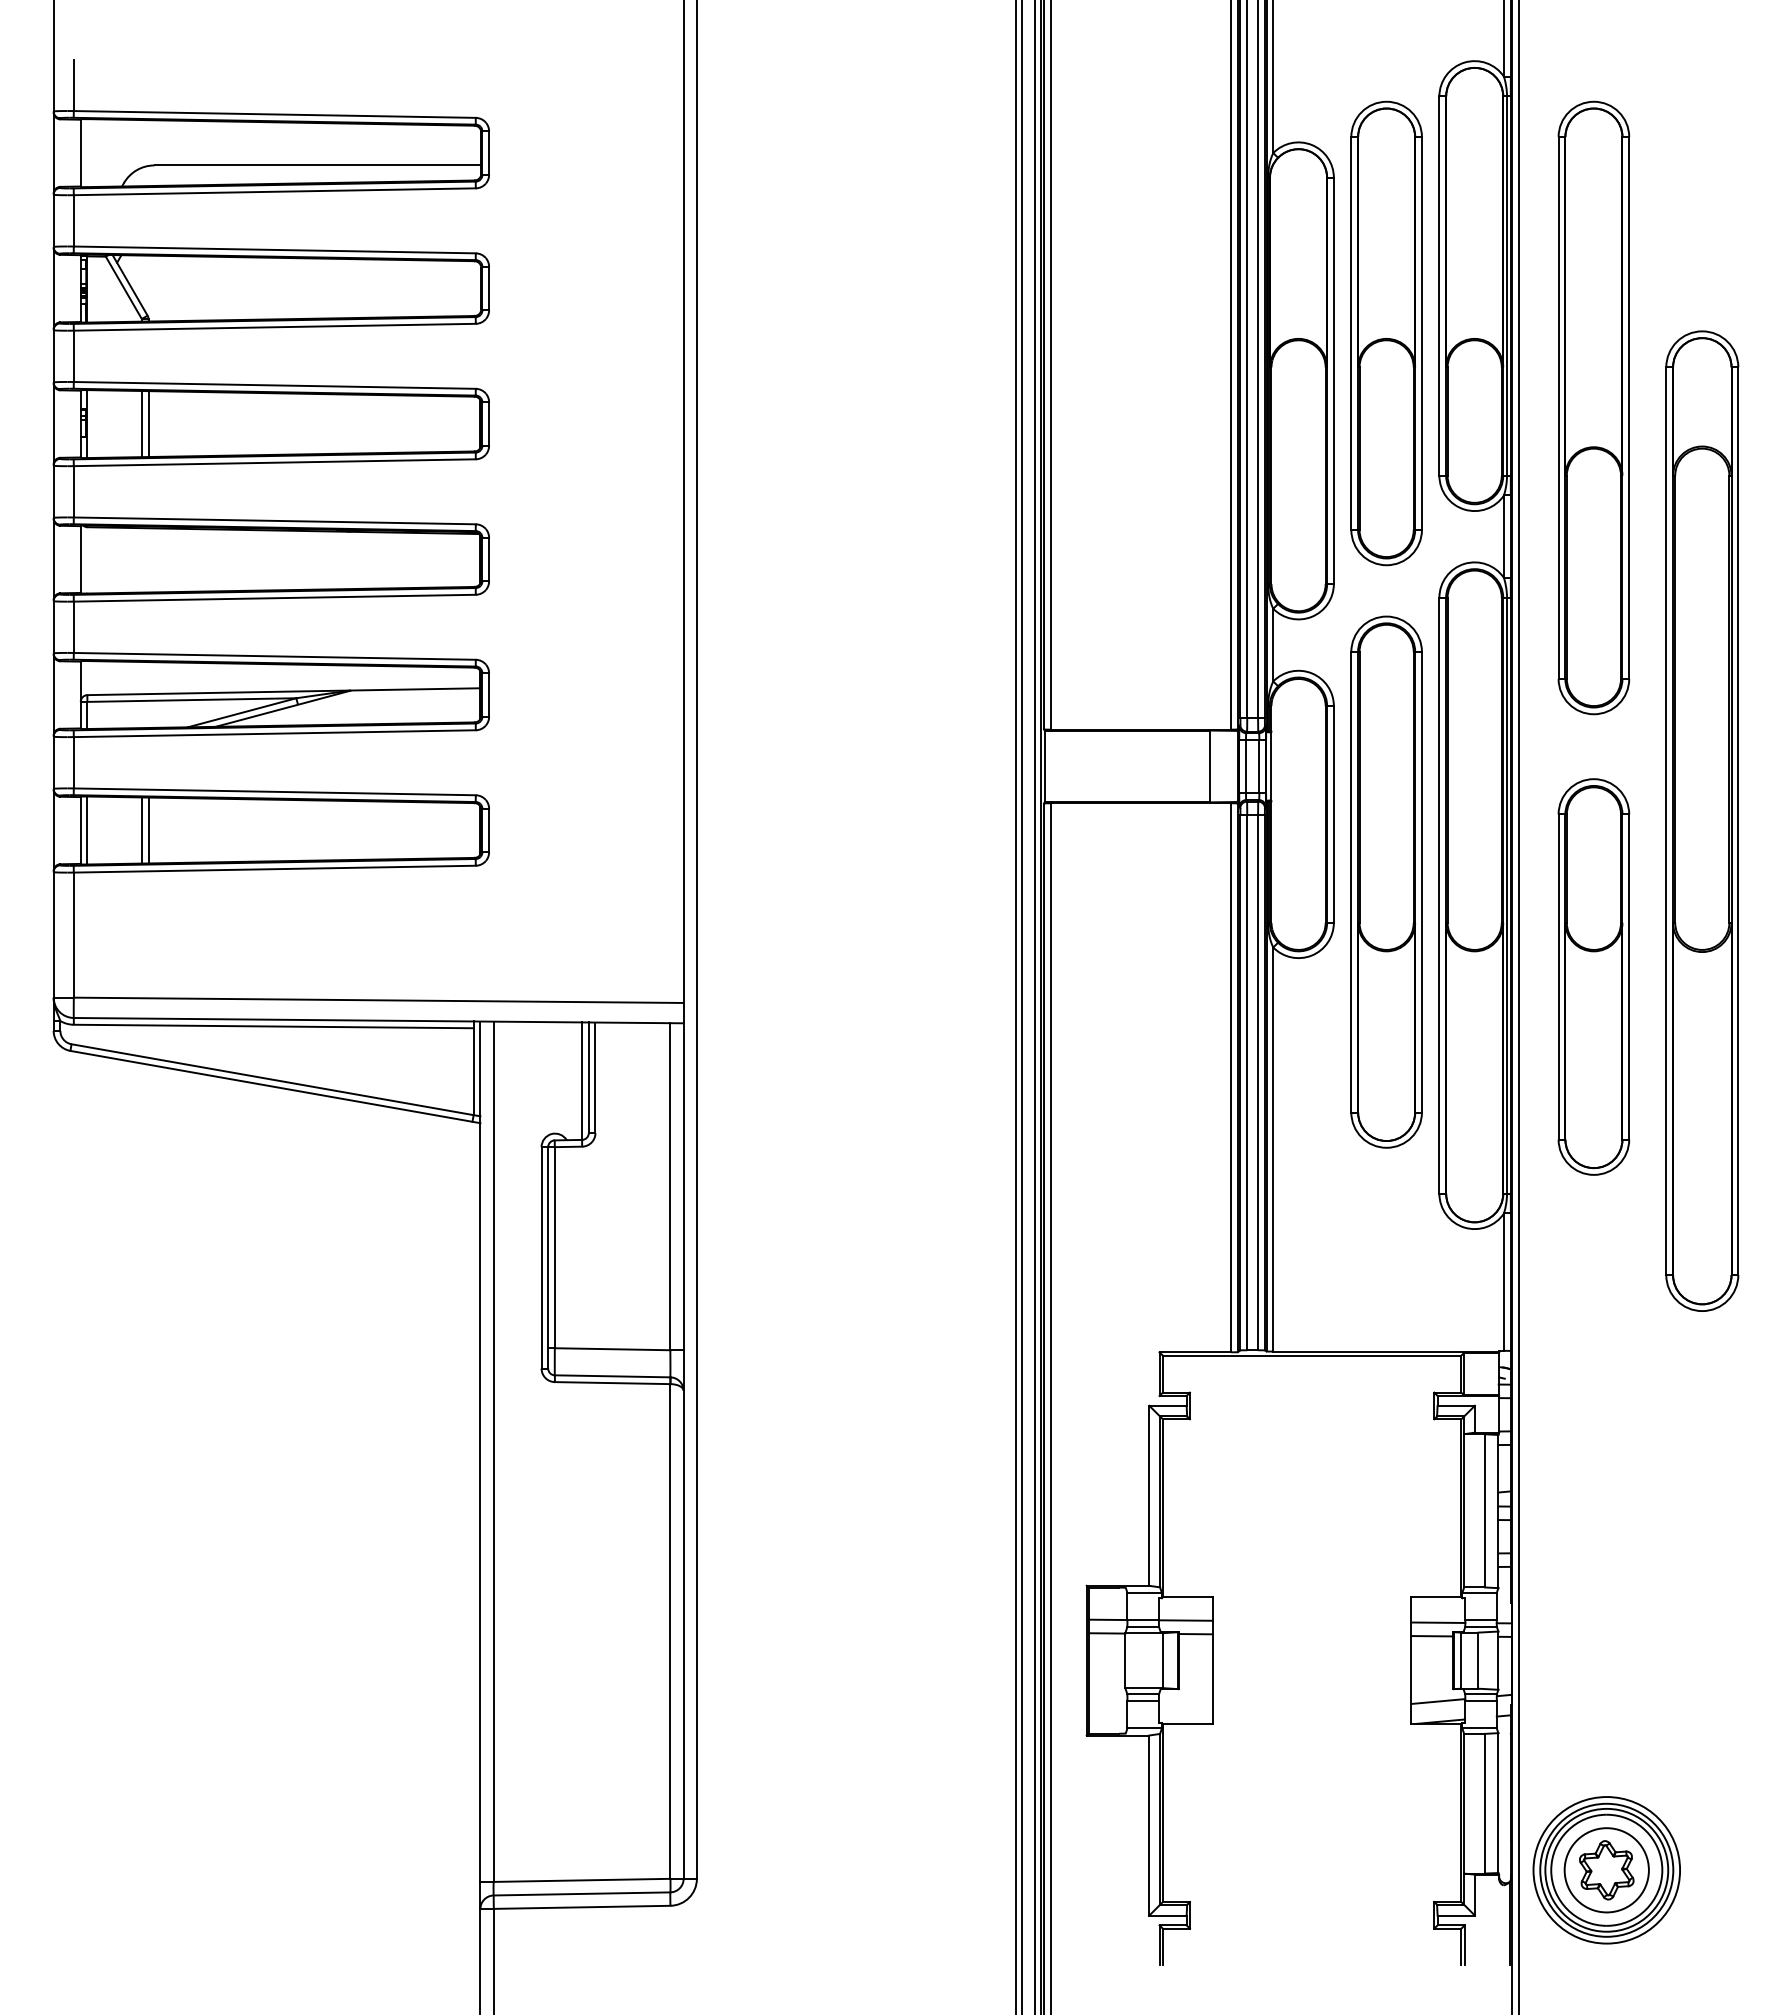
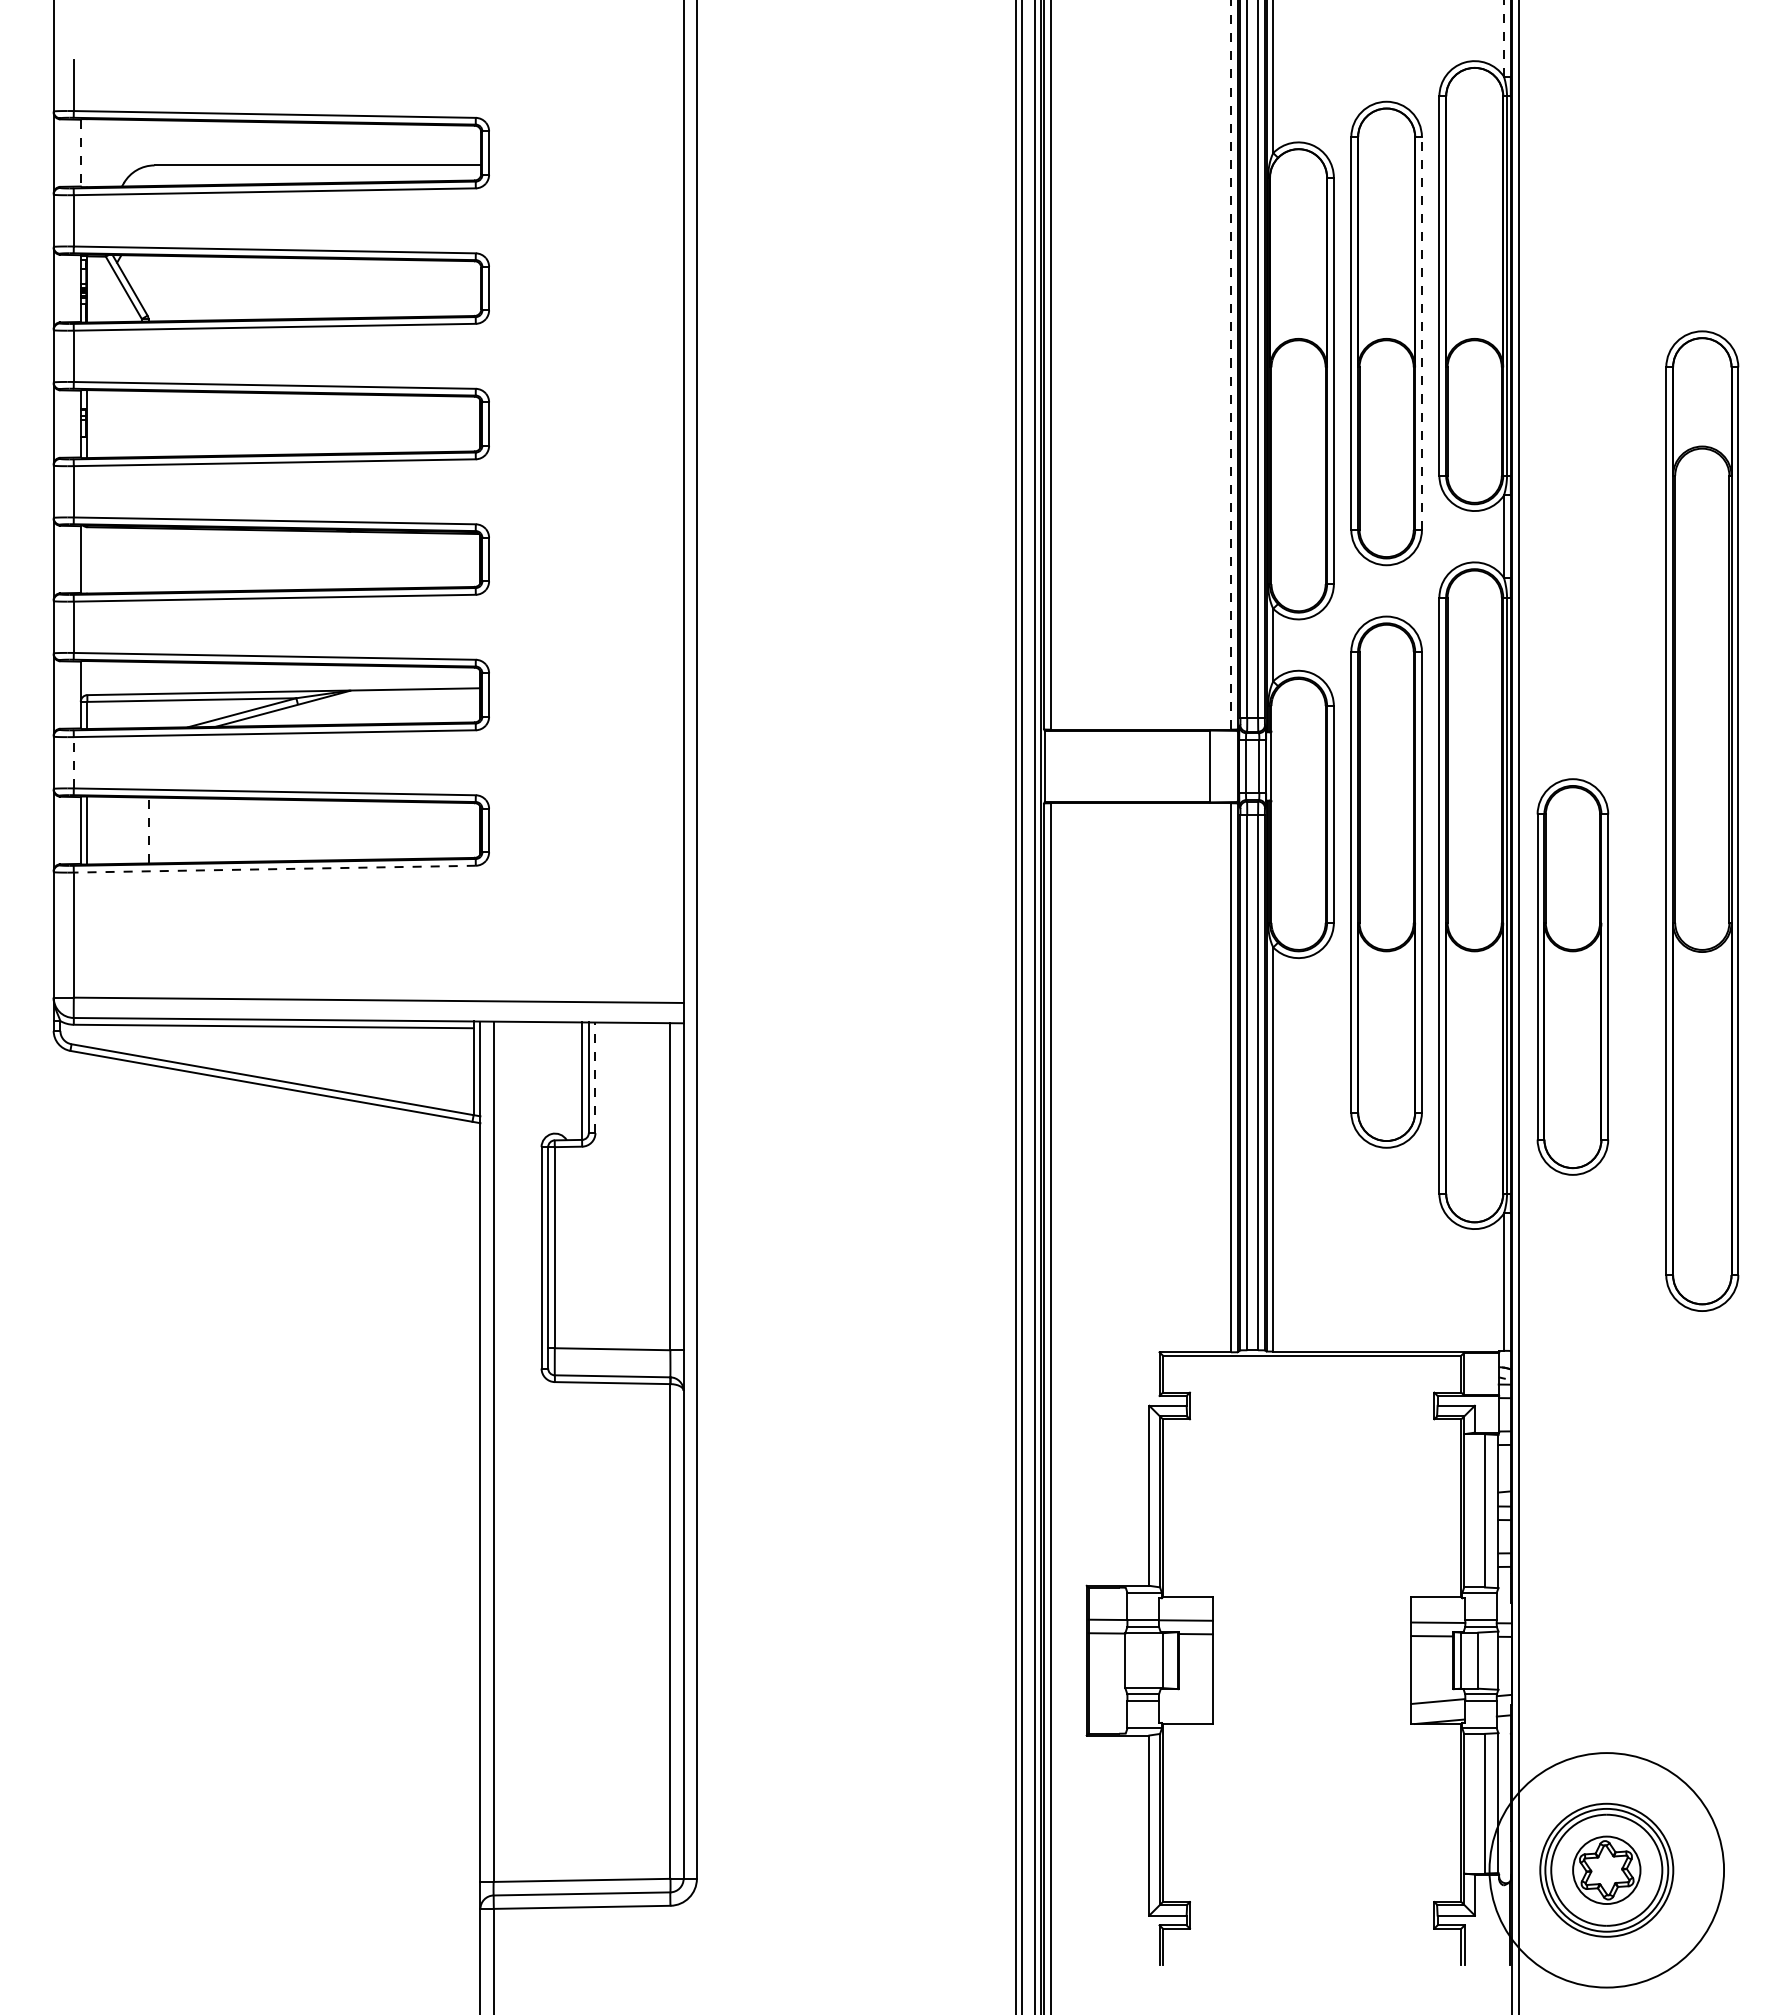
line at (1504, 38): solid -> dashed
line at (80, 153): solid -> dashed
line at (1421, 333): solid -> dashed
line at (1231, 365): solid -> dashed
part at (1593, 407): present -> none
line at (141, 424): present -> none
line at (148, 424): present -> none
line at (73, 762): solid -> dashed
line at (141, 830): present -> none
line at (148, 830): solid -> dashed
line at (274, 869): solid -> dashed
part at (1593, 976) position: (1593, 976) -> (1572, 976)
line at (595, 1077): solid -> dashed
circle at (1606, 1870) diameter: 147 px -> 235 px
circle at (1606, 1870) diameter: 84 px -> 67 px
